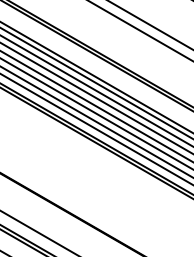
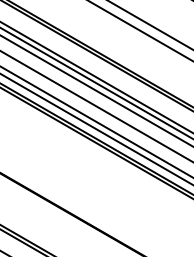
line at (96, 97): present -> none
line at (96, 113): present -> none
line at (38, 232): present -> none
